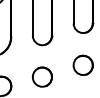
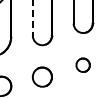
line at (32, 18): solid -> dashed
part at (82, 64) size: 22x22 px -> 16x16 px
